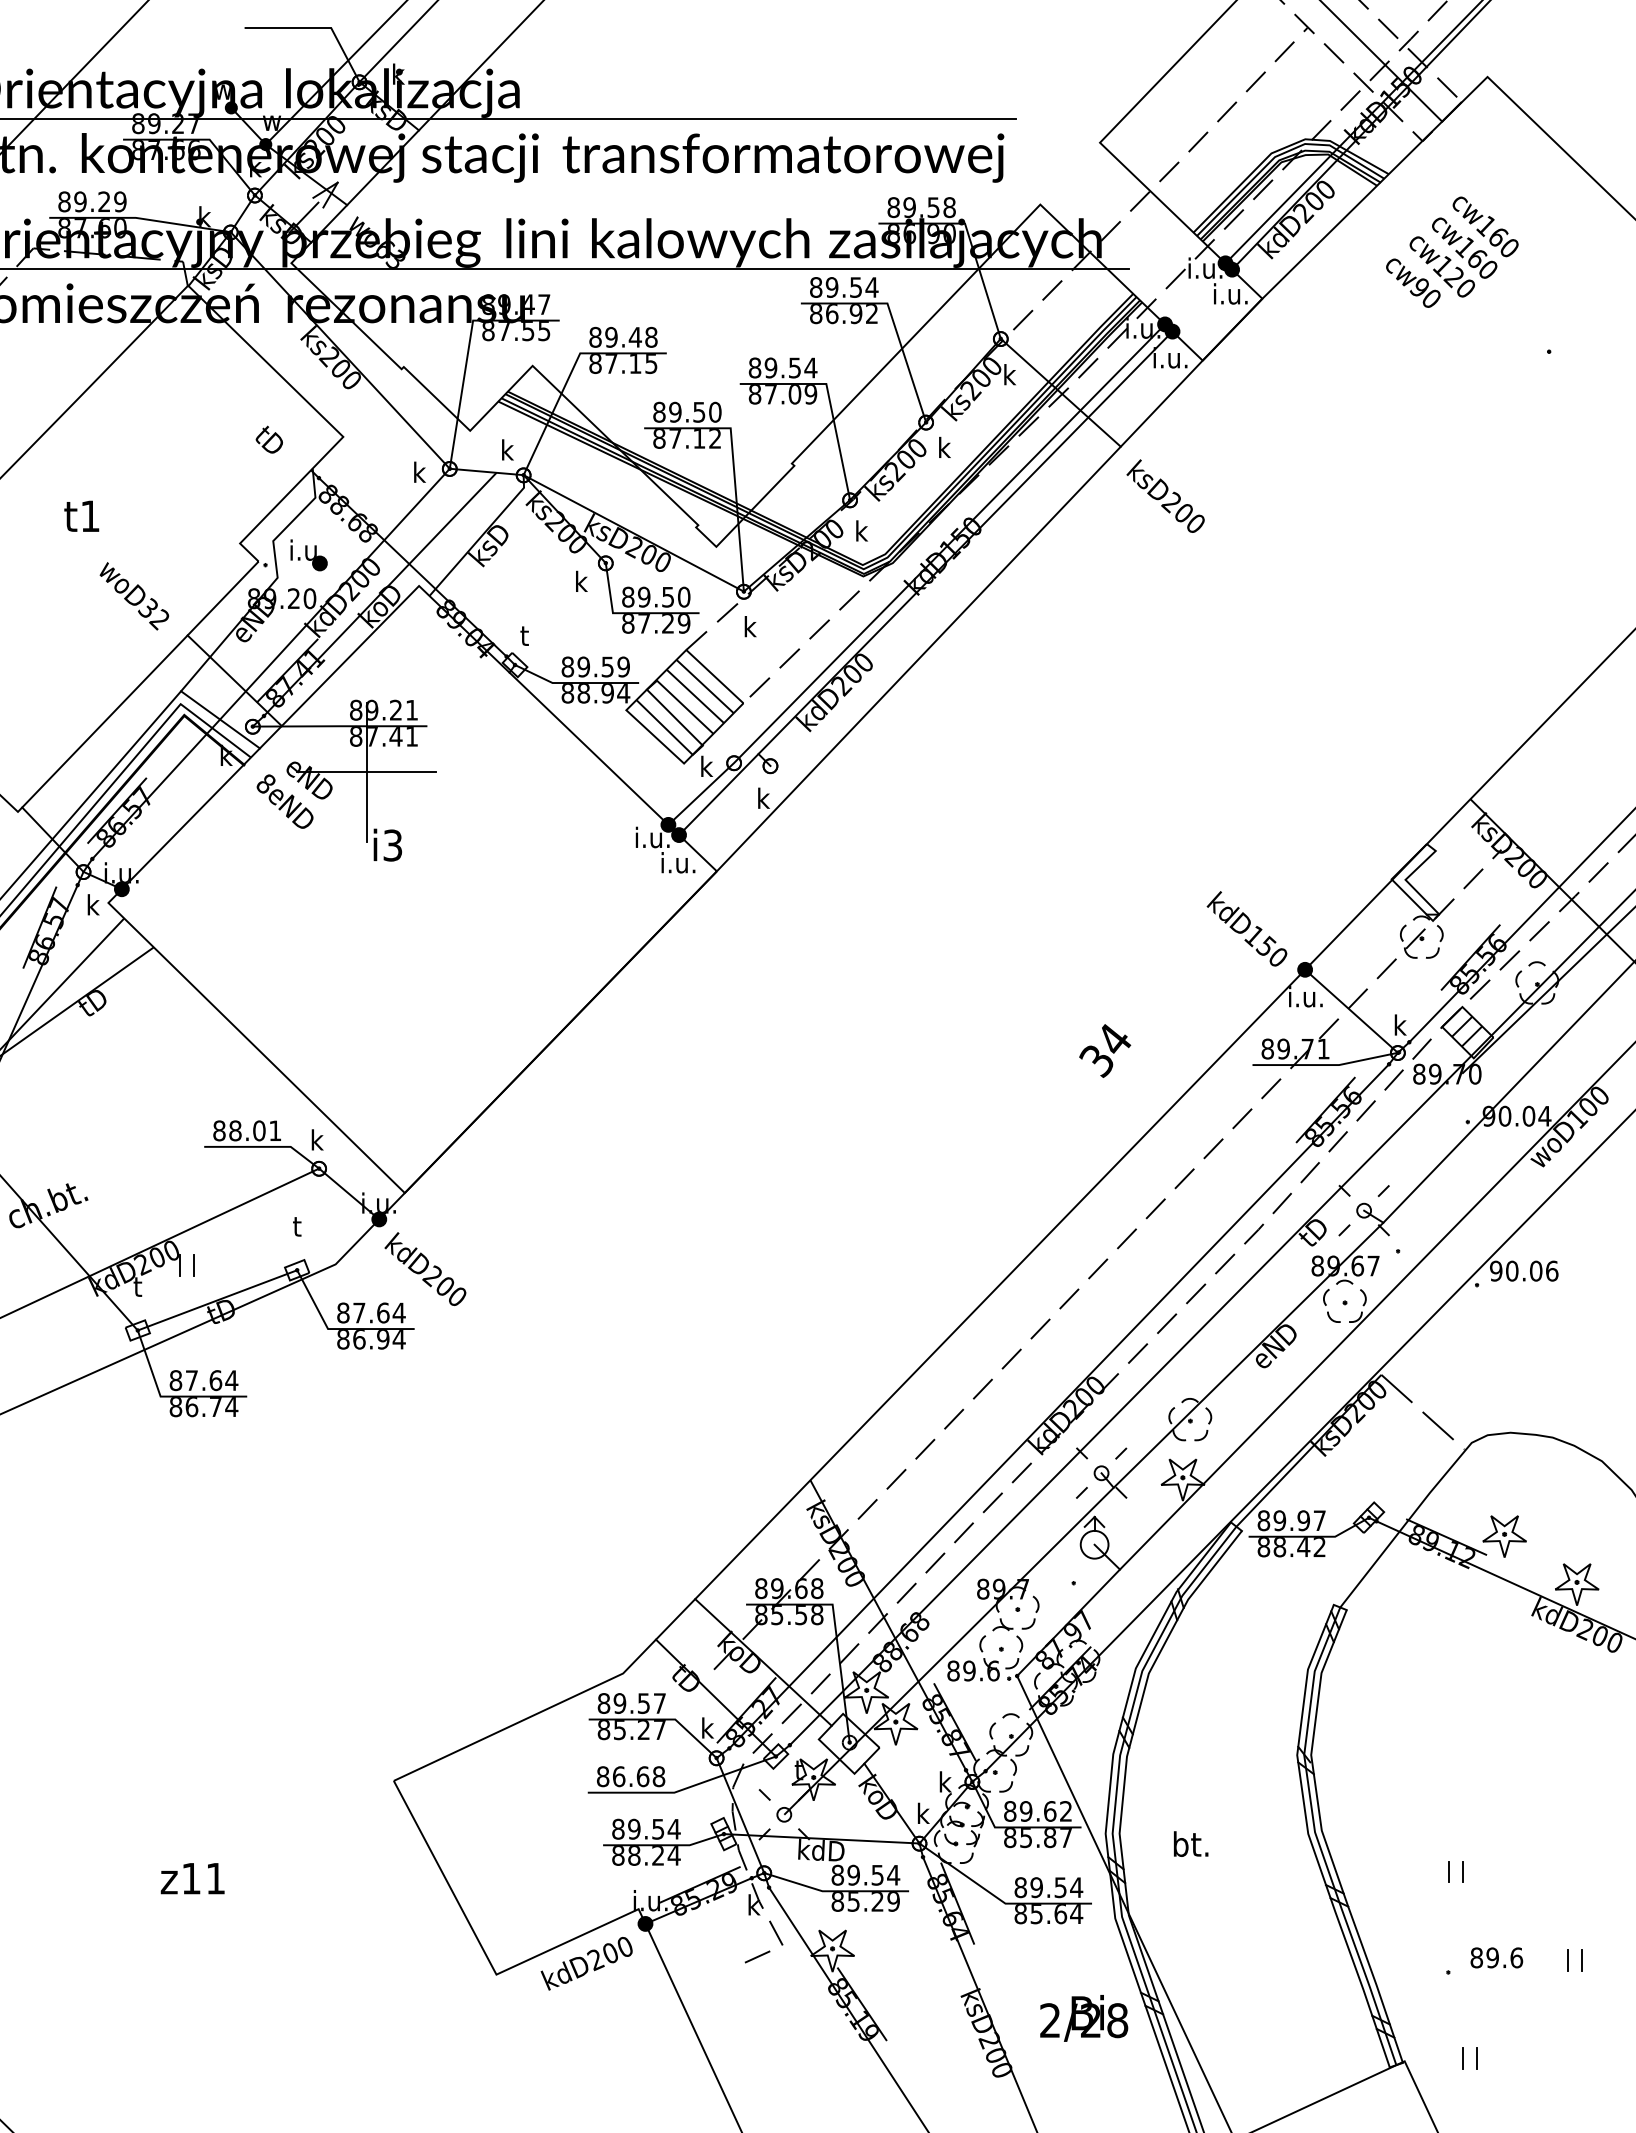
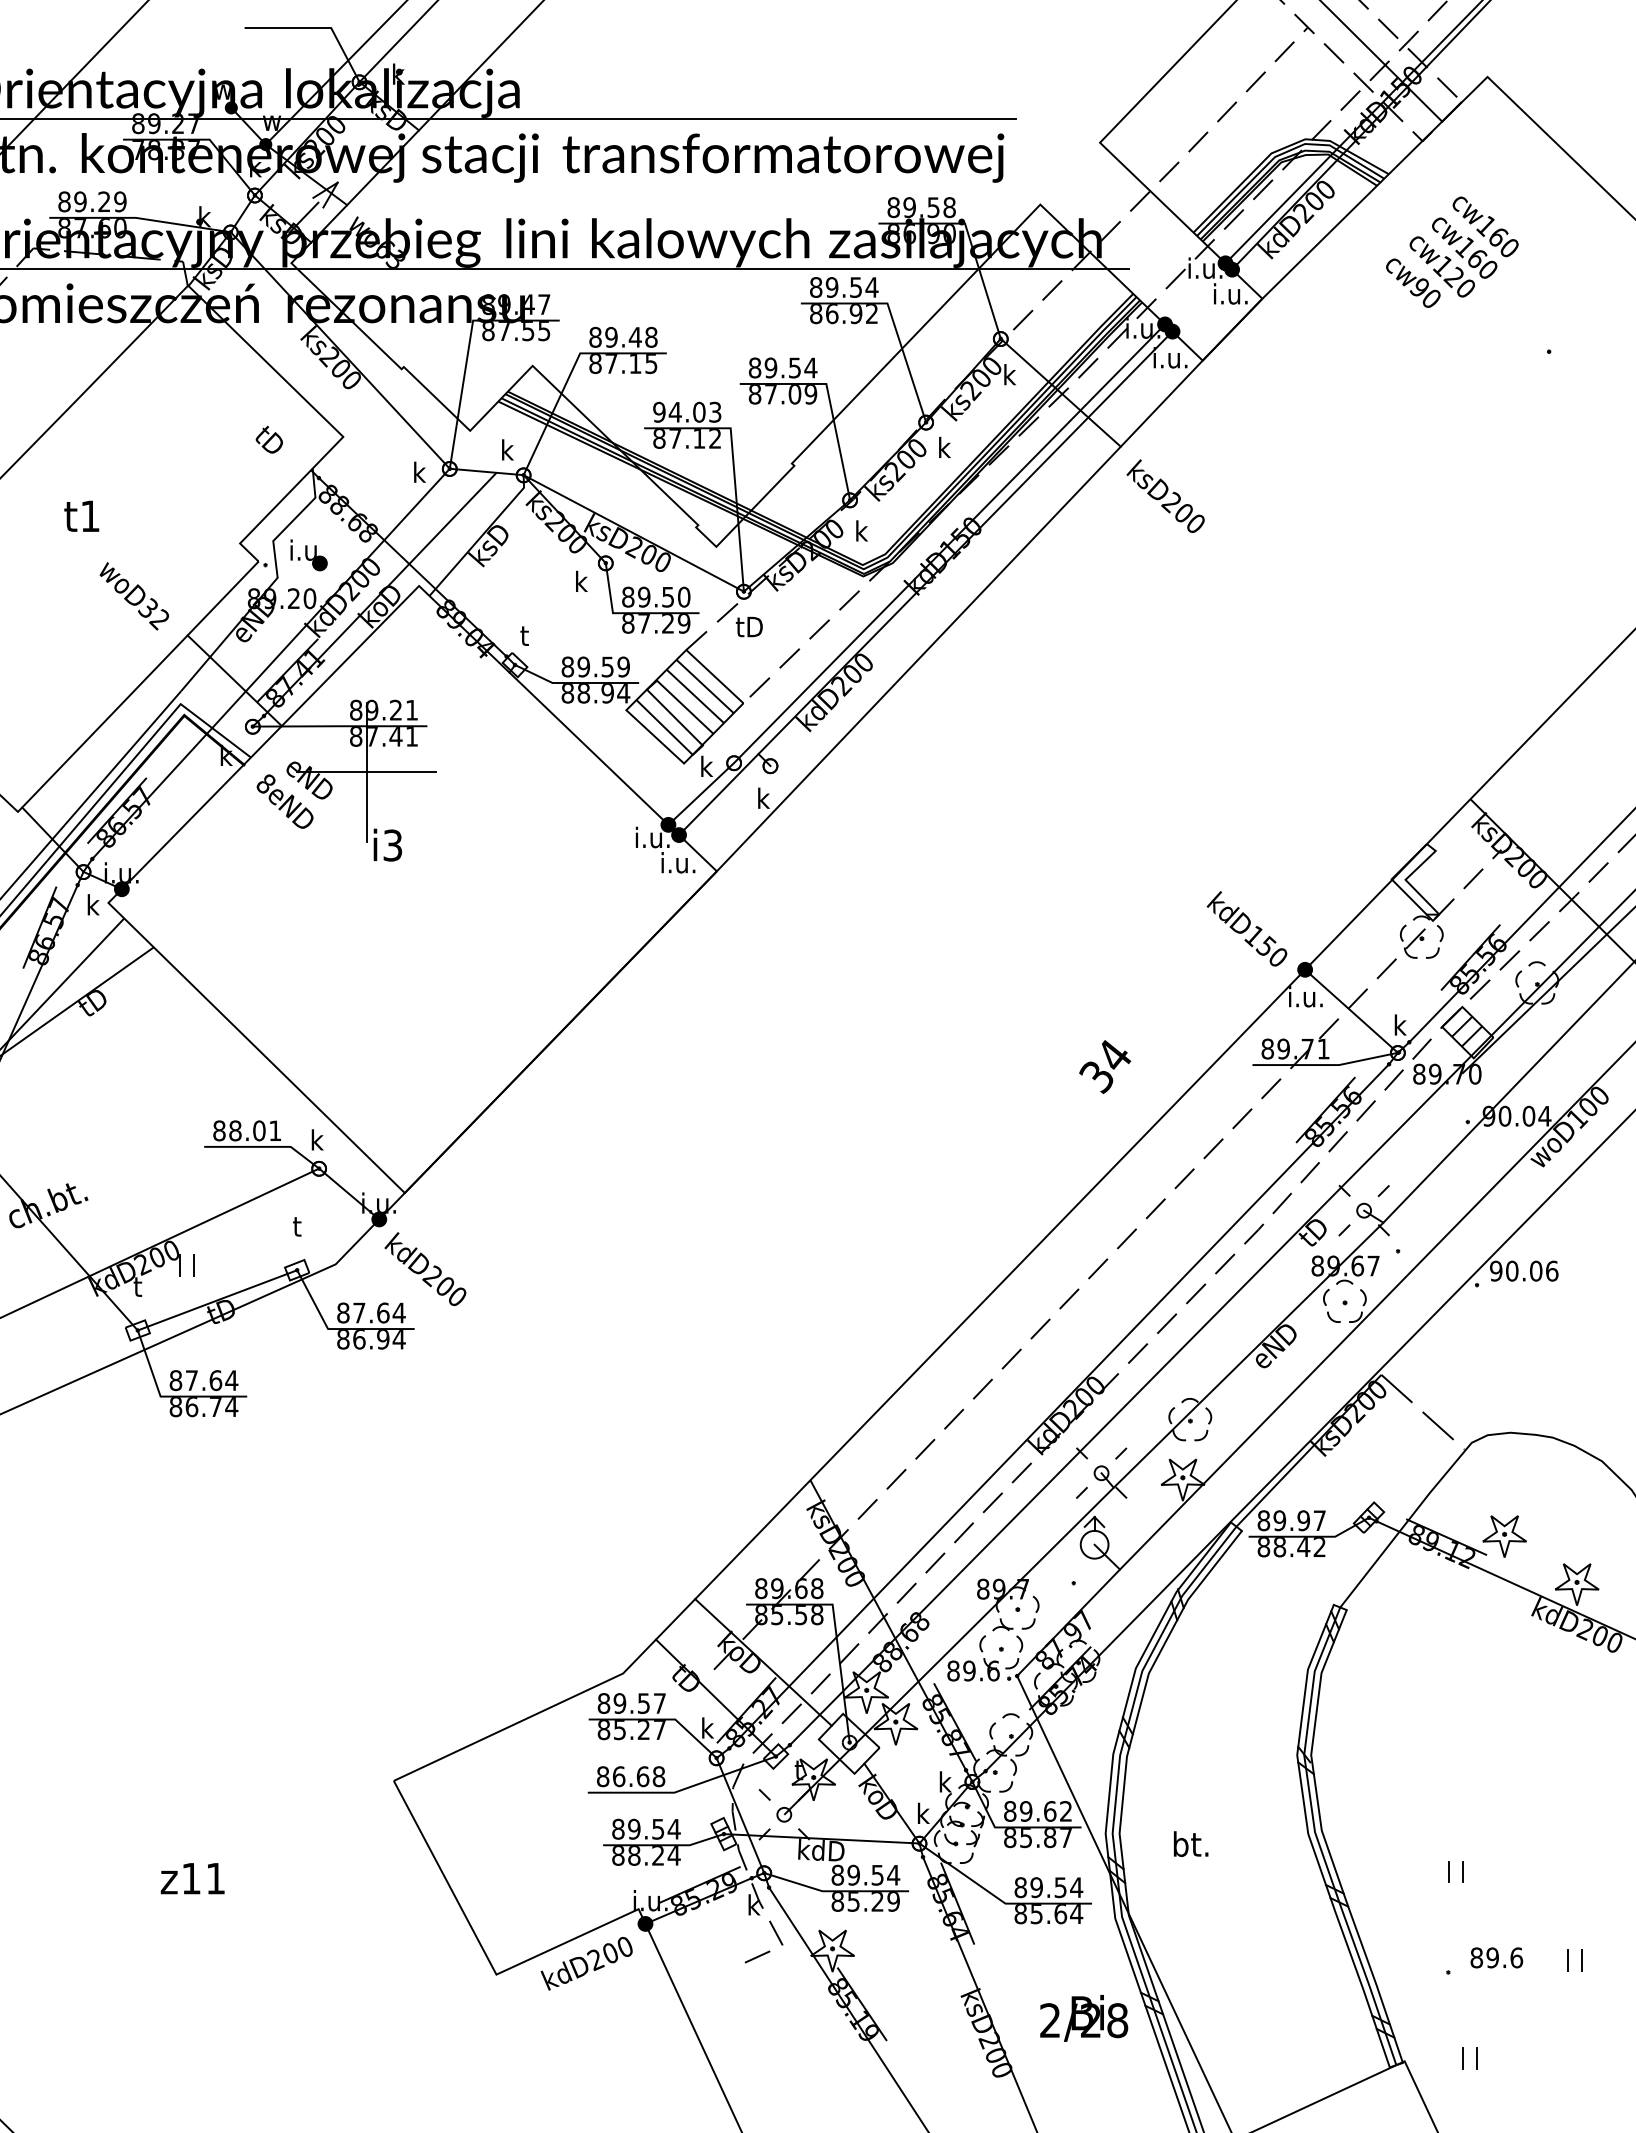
text at (166, 150): 87.66 -> 78.37
text at (687, 411): 89.50 -> 94.03
text at (748, 626): k -> tD
line at (220, 719): present -> none
text at (1105, 1050) position: (1105, 1050) -> (1105, 1066)
